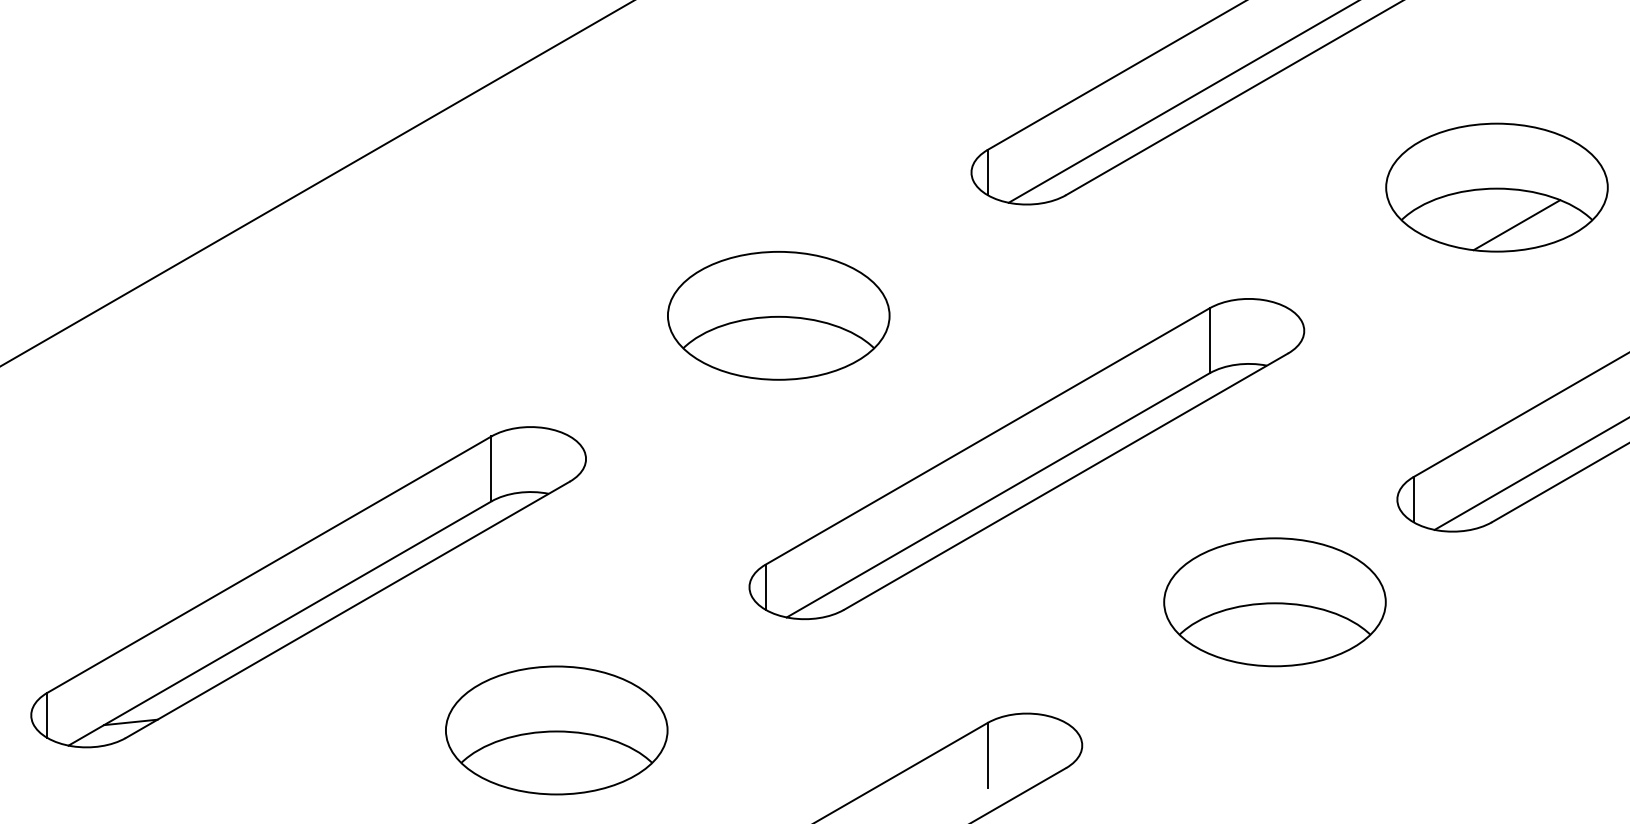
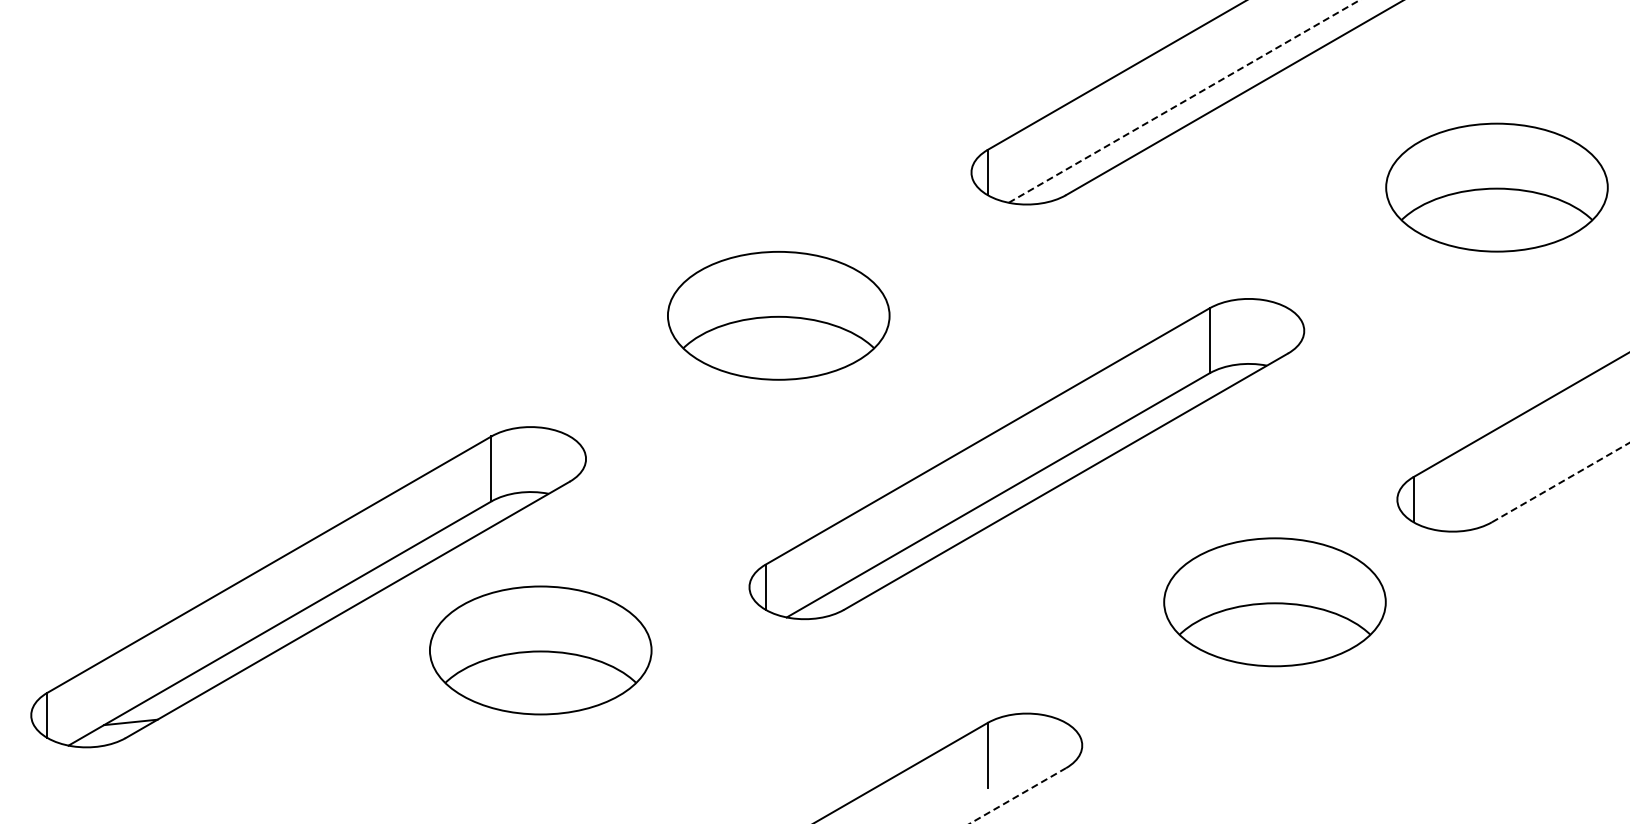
line at (1184, 101): solid -> dashed
line at (316, 183): present -> none
line at (1516, 225): present -> none
line at (1530, 474): present -> none
line at (1561, 482): solid -> dashed
part at (556, 730) position: (556, 730) -> (540, 650)
line at (1018, 795): solid -> dashed
